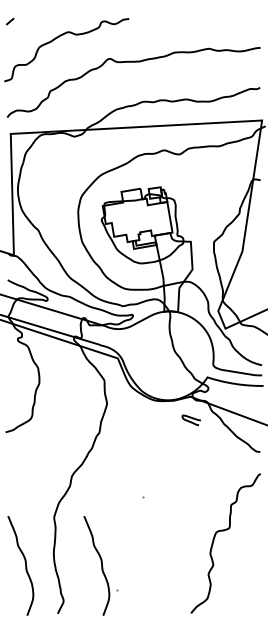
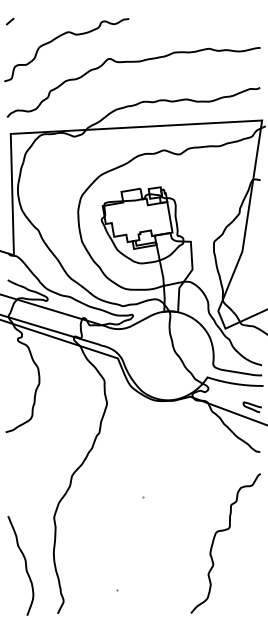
curve at (189, 420) position: (189, 420) -> (250, 407)
curve at (101, 565): present -> none
